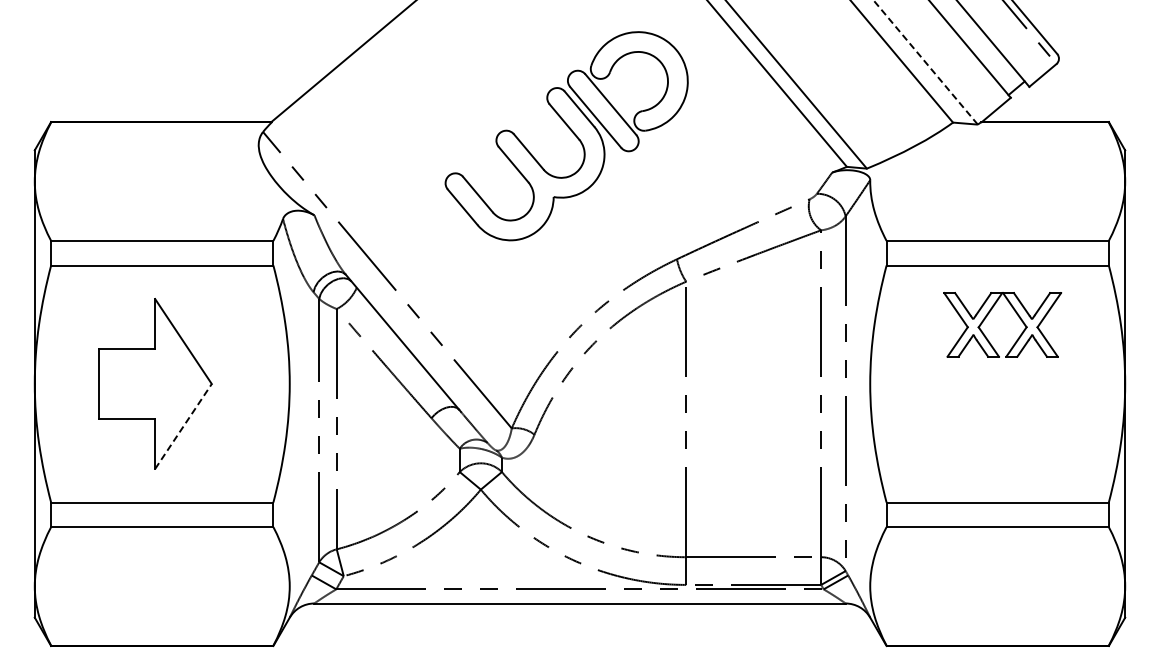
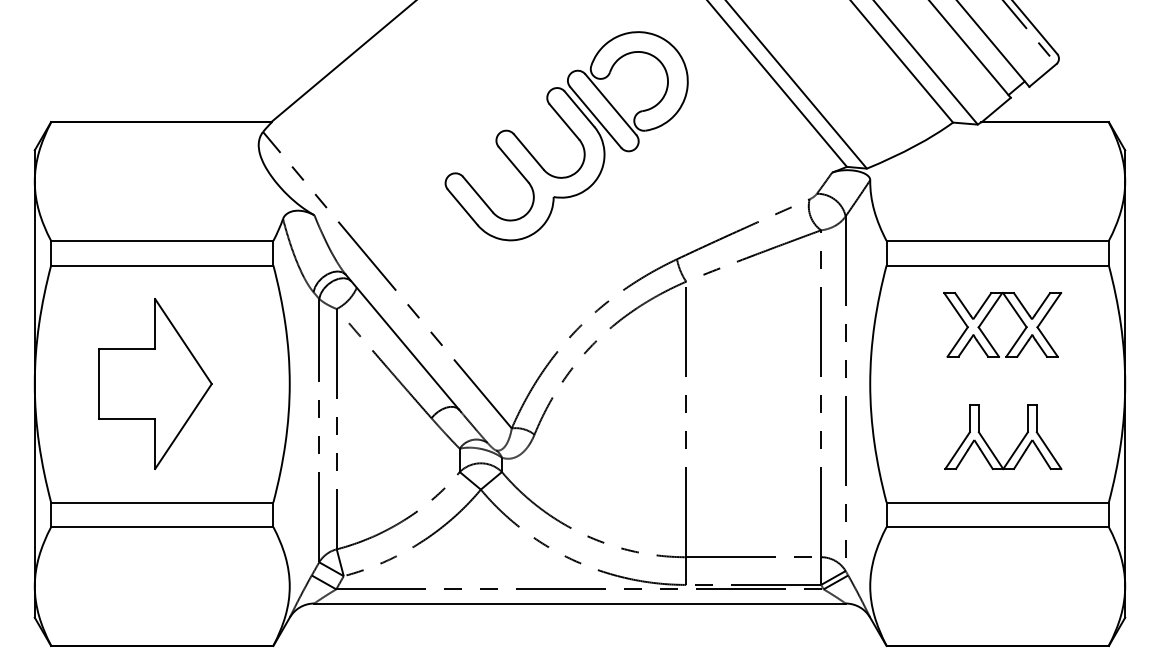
line at (925, 62): dashed -> solid
line at (183, 426): dashed -> solid
part at (1017, 445): none -> present
